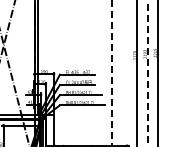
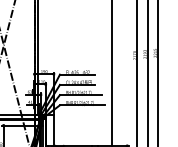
line at (112, 73): dashed -> solid
line at (147, 73): dashed -> solid
